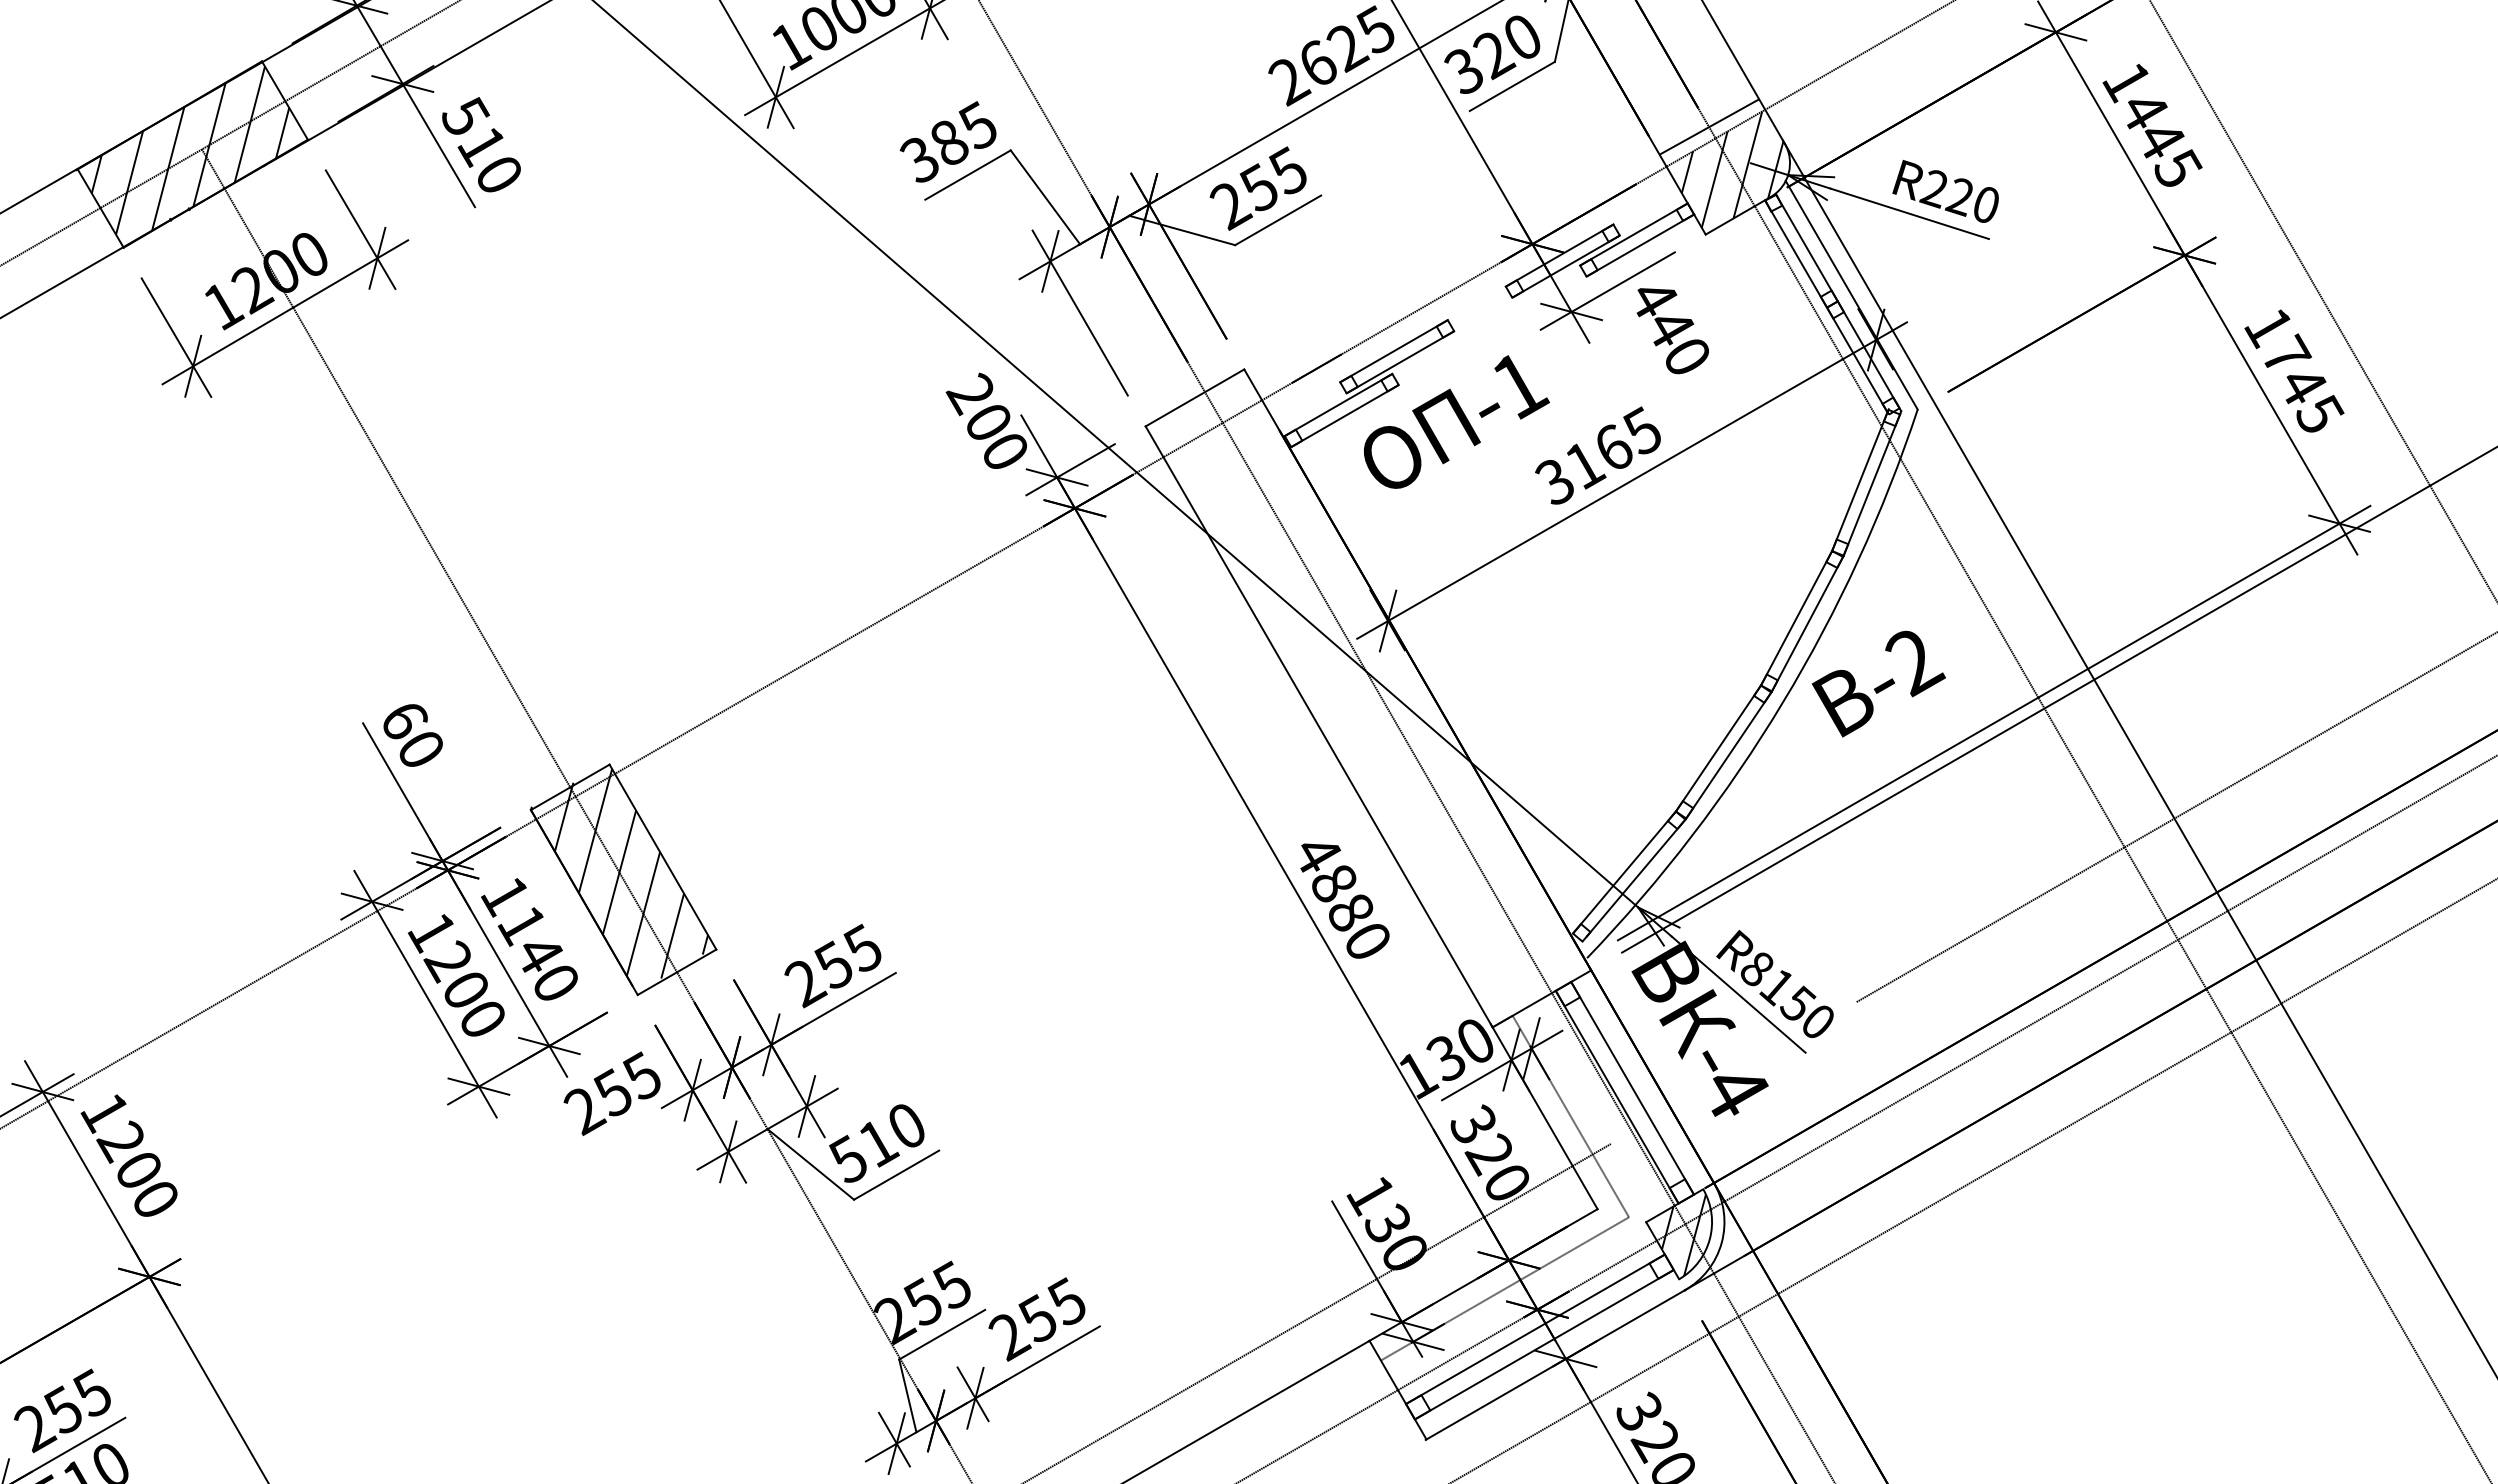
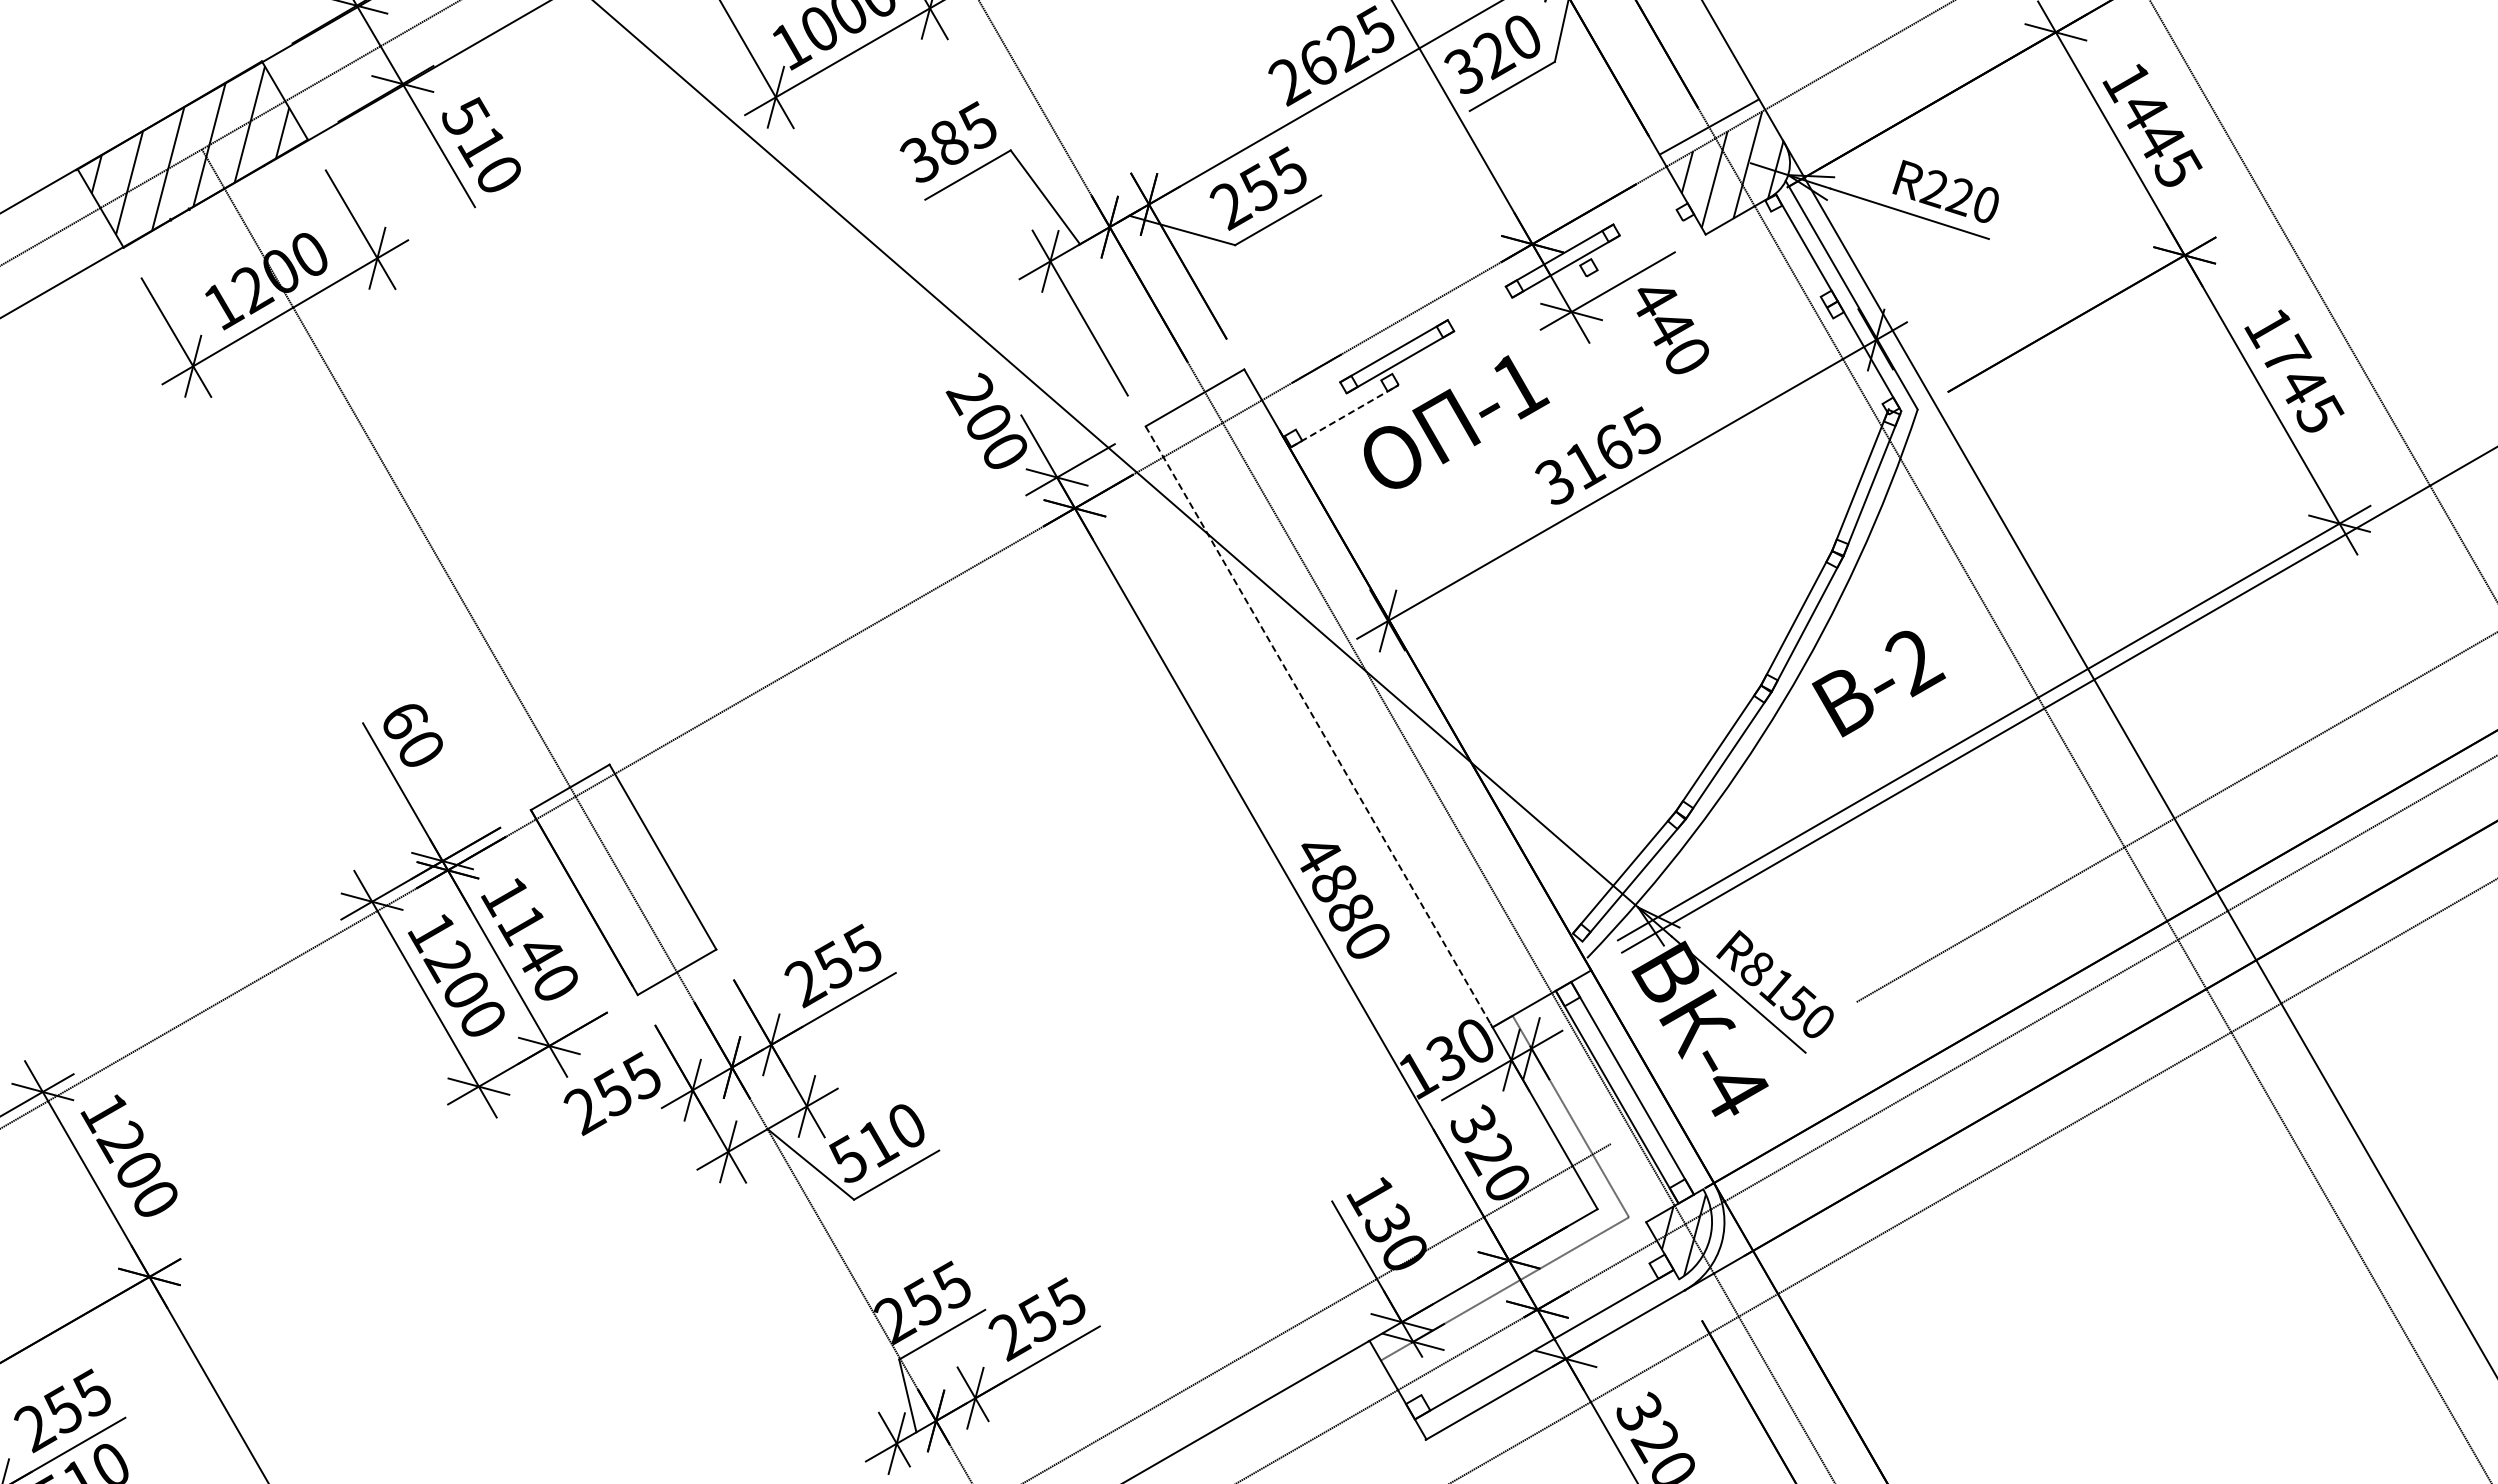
line at (1633, 234): present -> none
line at (1640, 245): present -> none
line at (1826, 306): present -> none
line at (1338, 404): present -> none
line at (1345, 415): solid -> dashed
line at (1319, 726): solid -> dashed
hatch at (619, 873): present -> none
line at (1535, 1329): present -> none
